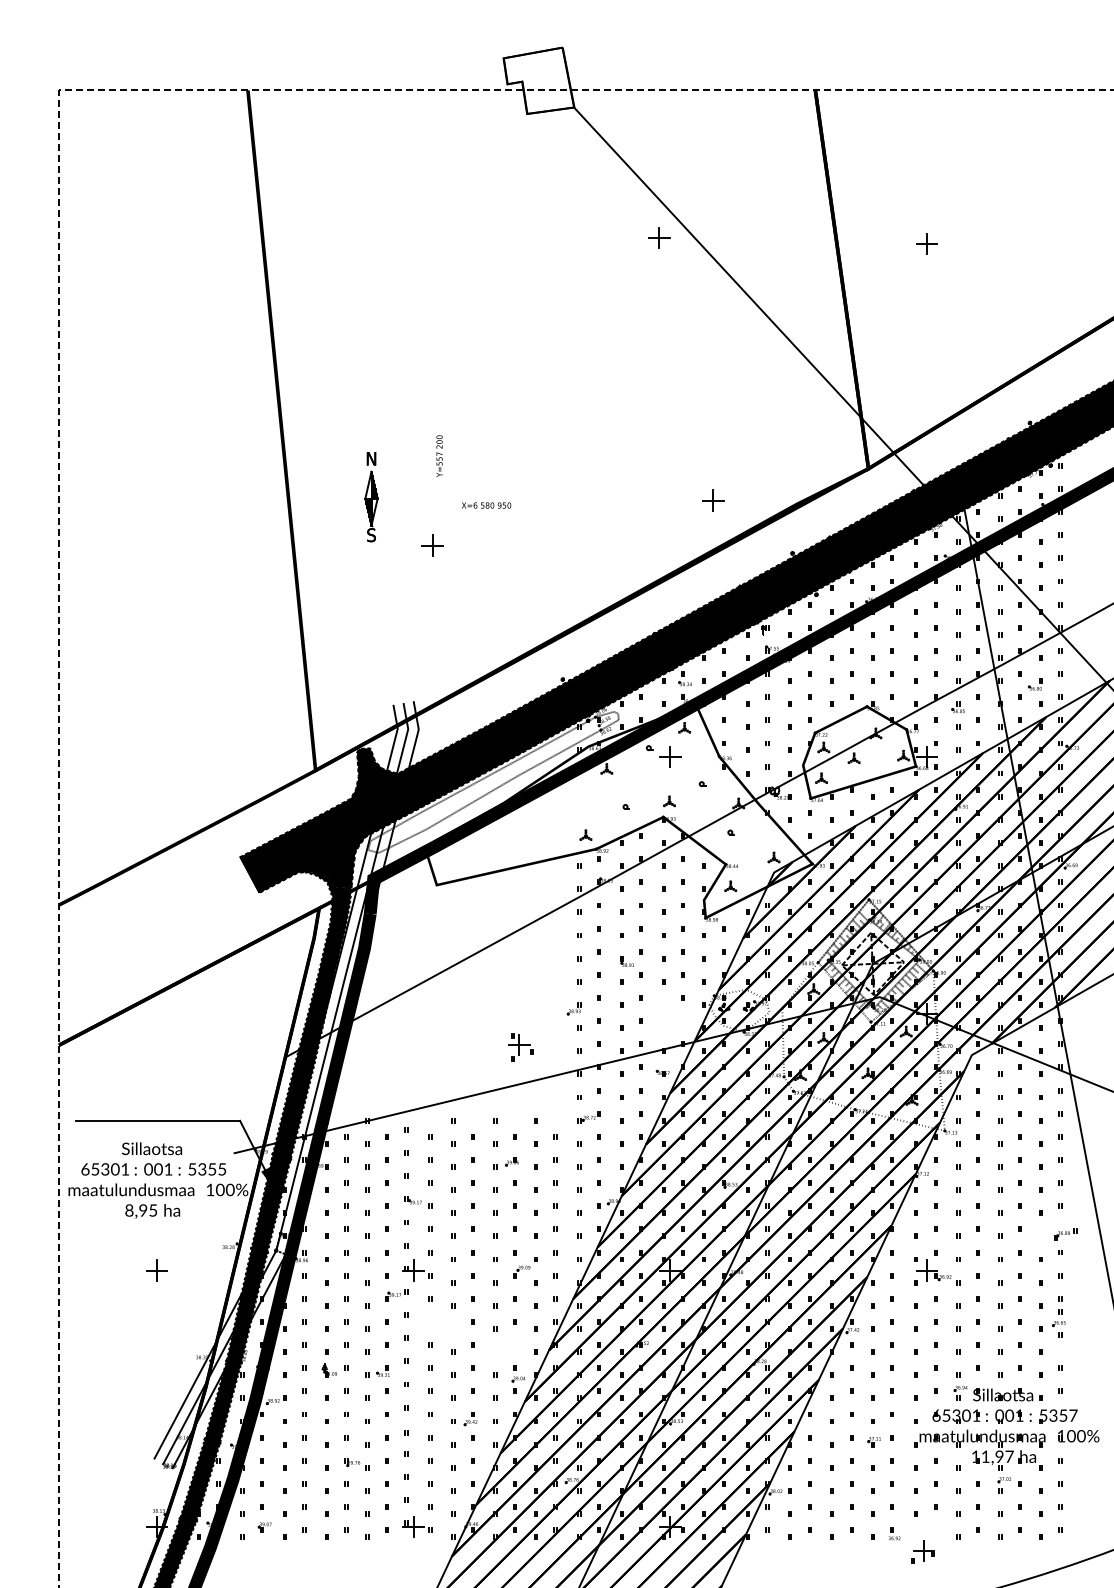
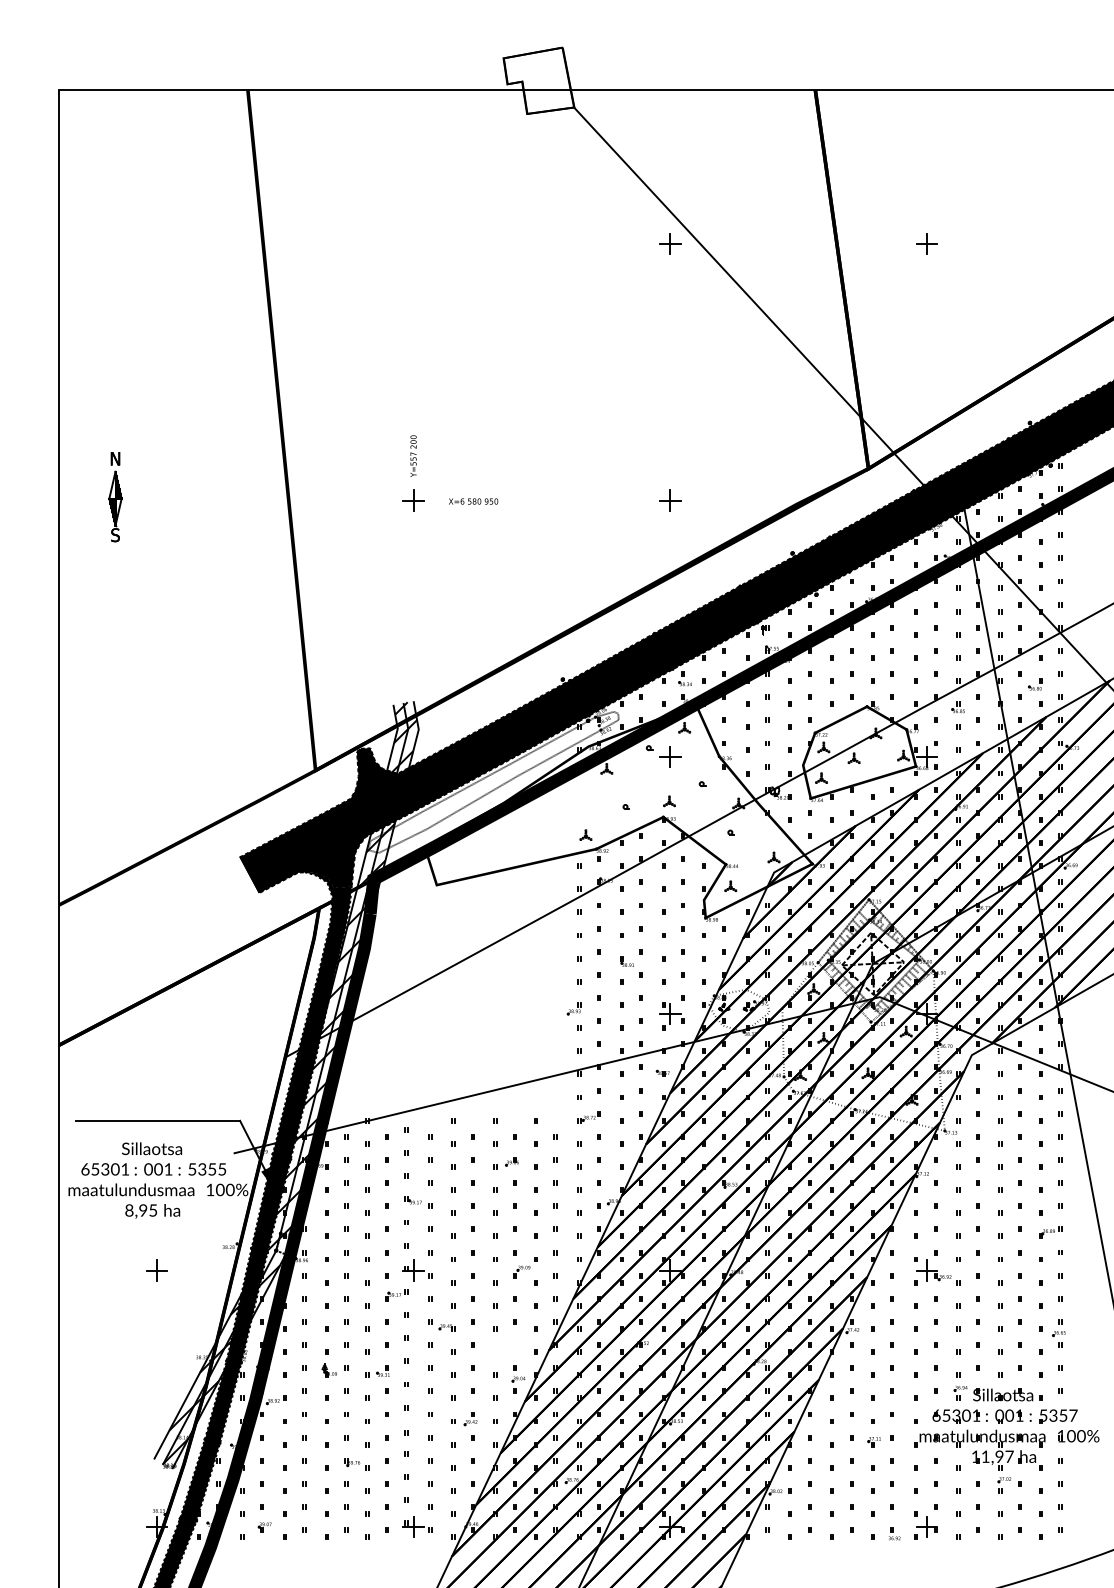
part at (659, 237) position: (659, 237) -> (670, 243)
line at (59, 310): dashed -> solid
text at (439, 455) position: (439, 455) -> (413, 455)
part at (371, 497) position: (371, 497) -> (115, 497)
part at (713, 500) position: (713, 500) -> (670, 500)
text at (486, 505) position: (486, 505) -> (473, 501)
part at (432, 545) position: (432, 545) -> (413, 500)
part at (520, 1047) position: (520, 1047) -> (671, 1016)
hatch at (290, 1083): none -> present
part at (1065, 1234) position: (1065, 1234) -> (1050, 1232)
part at (1058, 1323) position: (1058, 1323) -> (1058, 1333)
part at (441, 1325): none -> present
part at (922, 1551) position: (922, 1551) -> (925, 1527)
